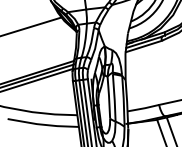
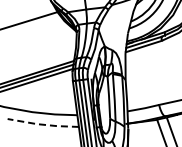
line at (31, 26) position: (31, 26) -> (30, 20)
line at (42, 124): solid -> dashed
